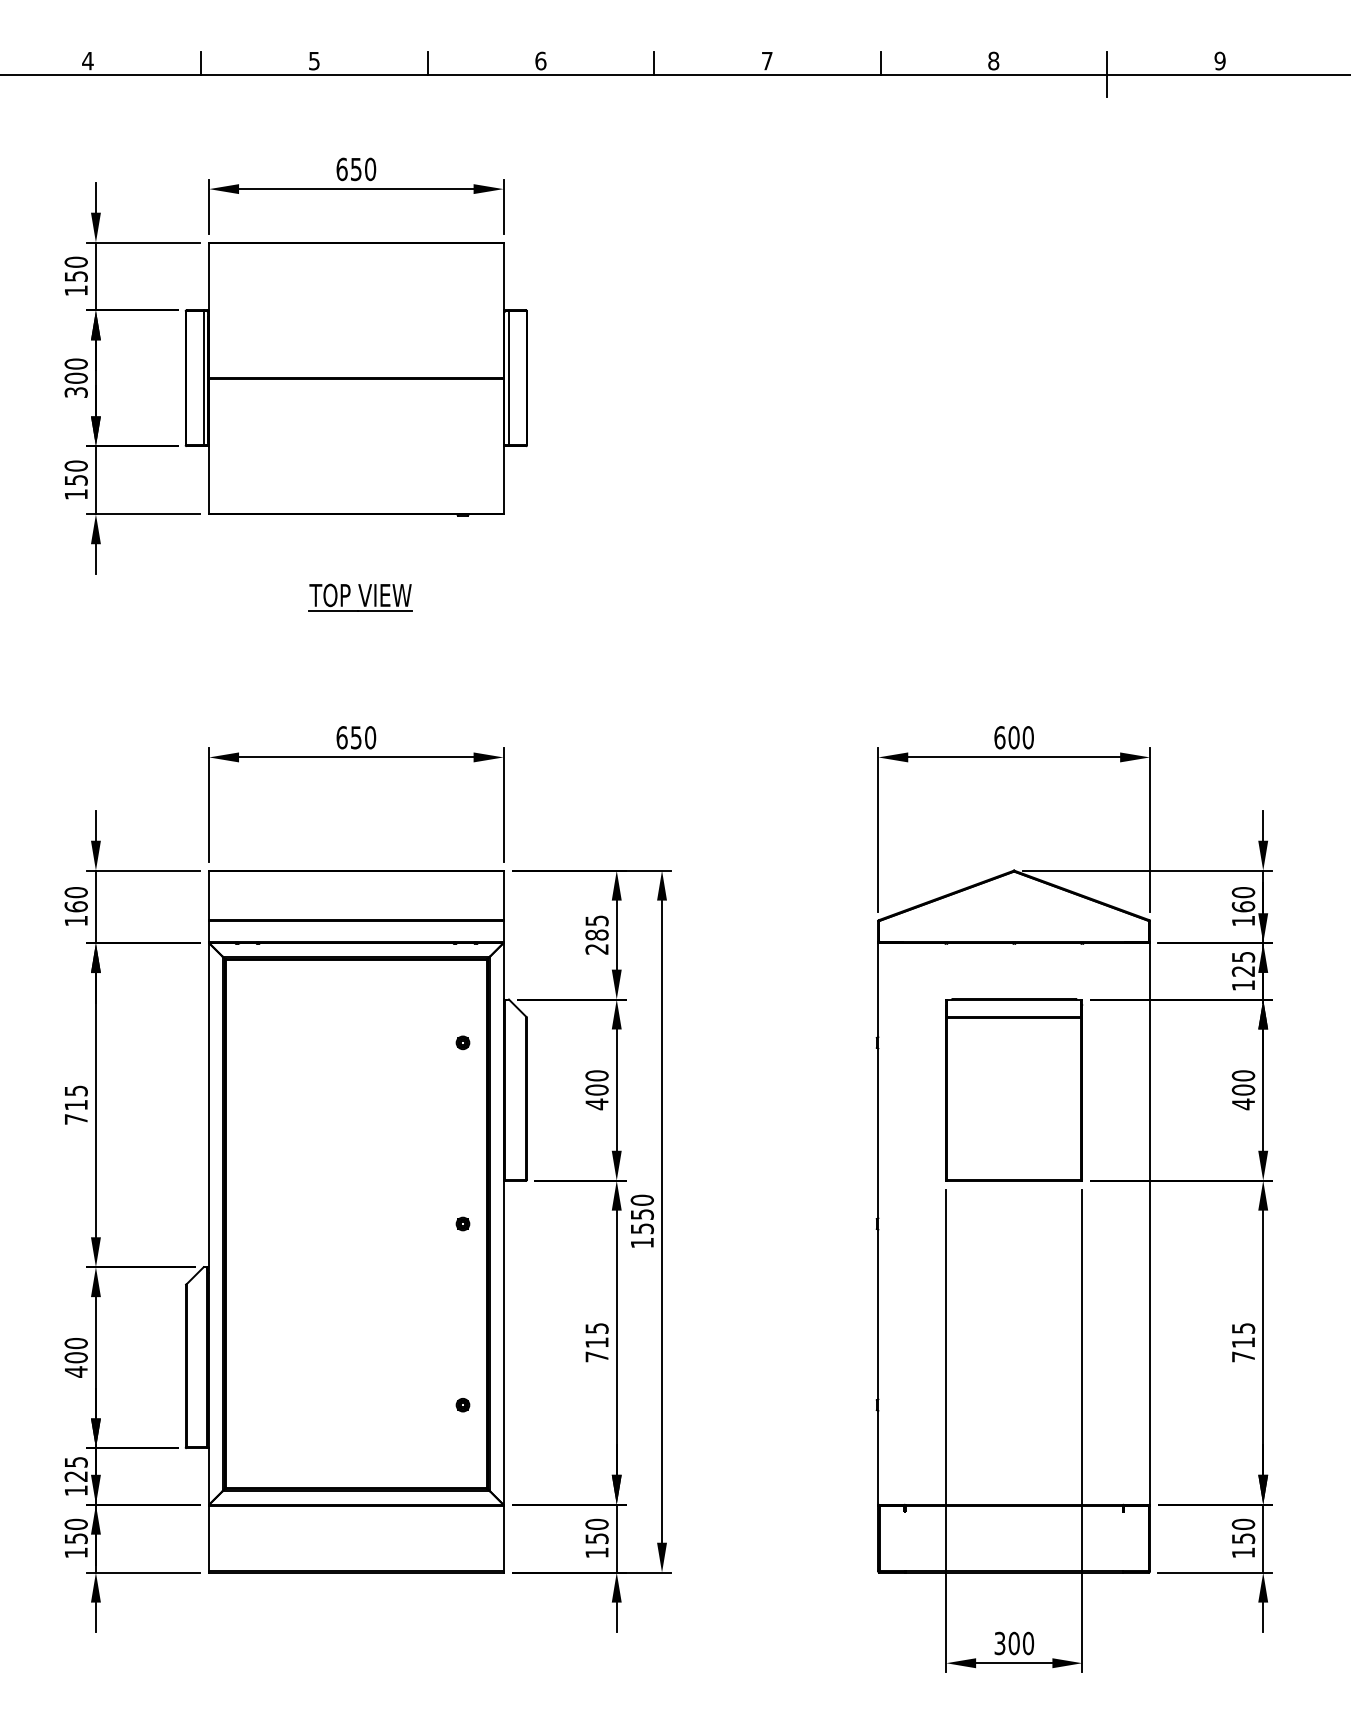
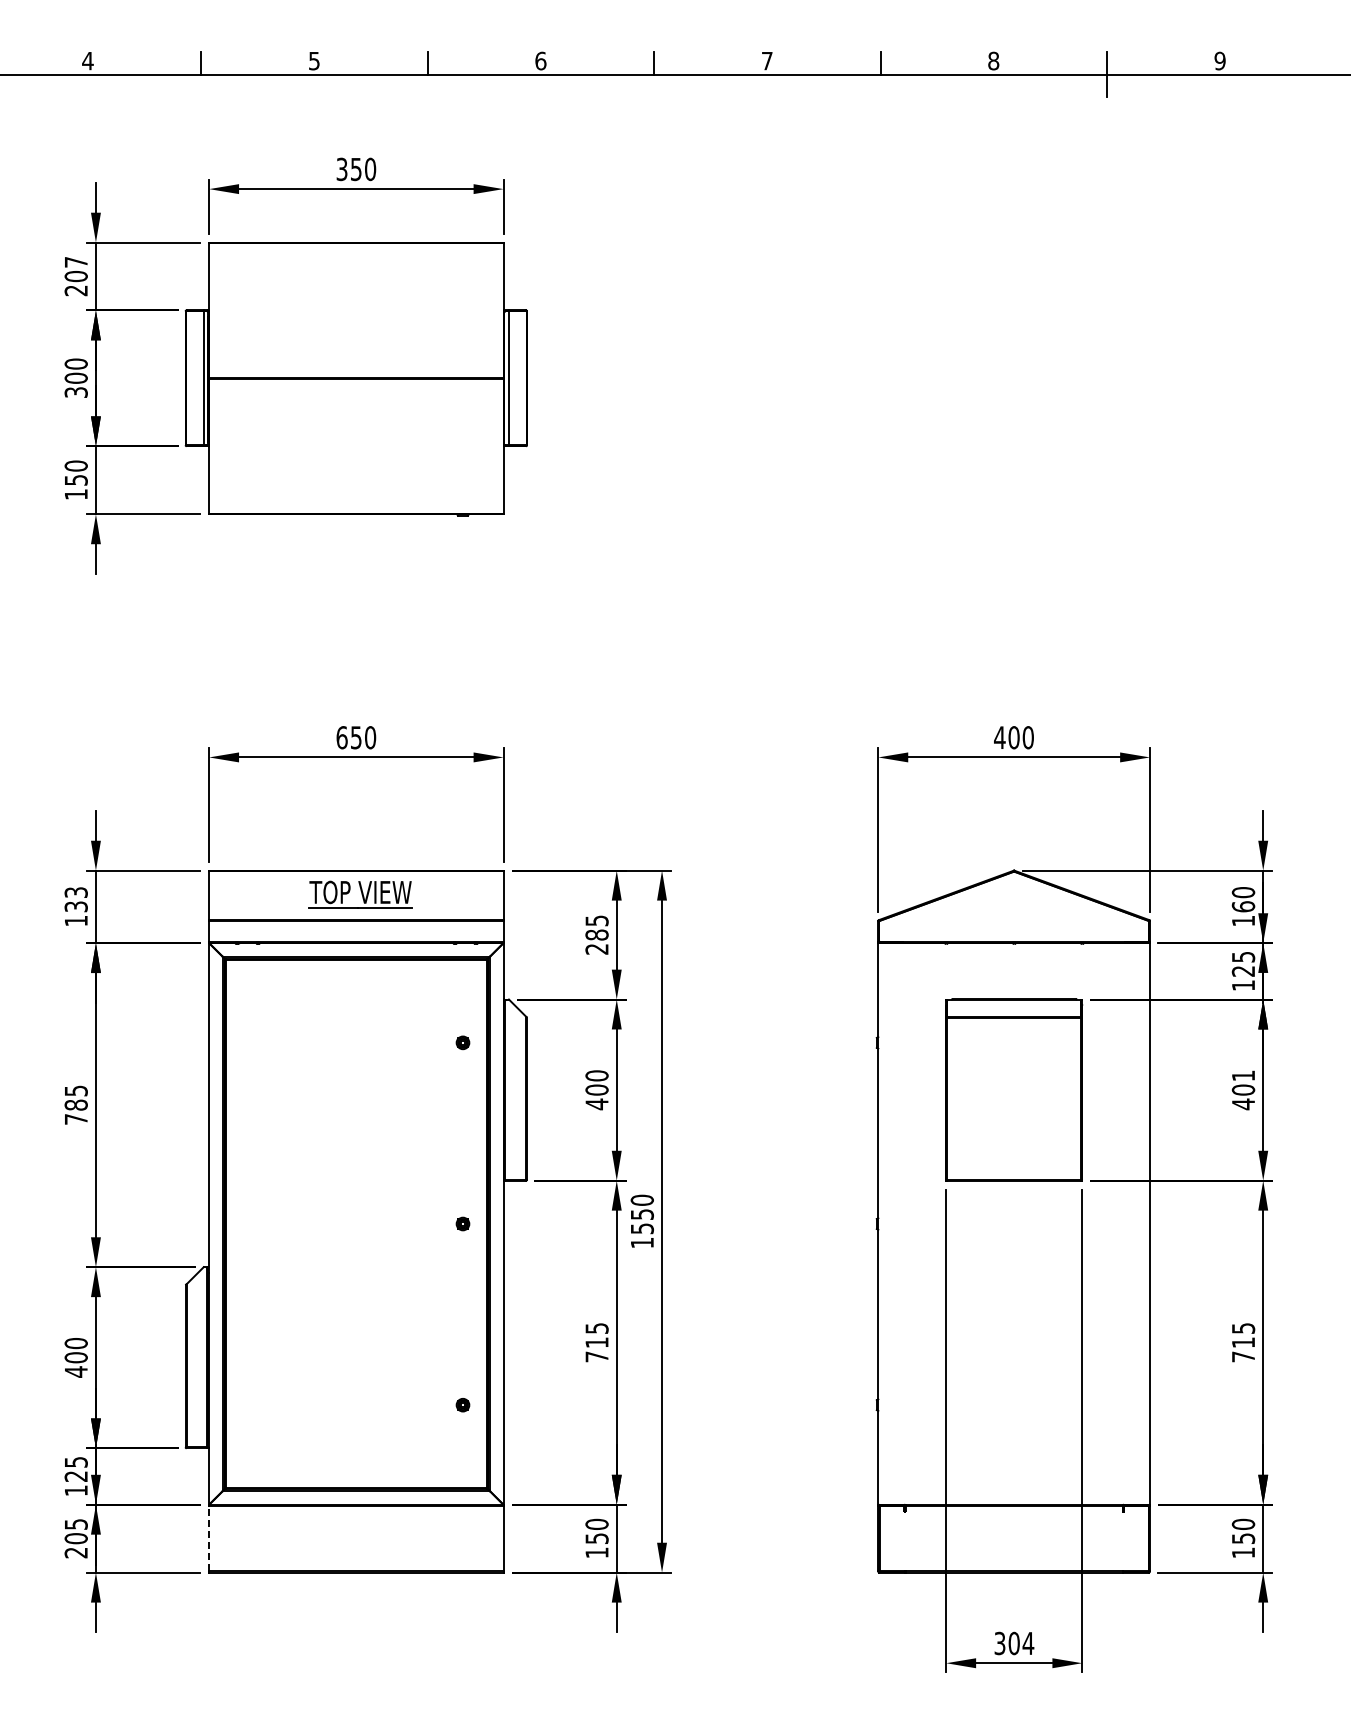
text at (341, 169): 650 -> 350
text at (75, 276): 150 -> 207
part at (360, 597) position: (360, 597) -> (360, 894)
text at (999, 737): 600 -> 400
text at (75, 899): 160 -> 133
text at (1243, 1075): 400 -> 401
text at (75, 1104): 715 -> 785
text at (75, 1538): 150 -> 205
line at (209, 1538): solid -> dashed
text at (1028, 1643): 300 -> 304
